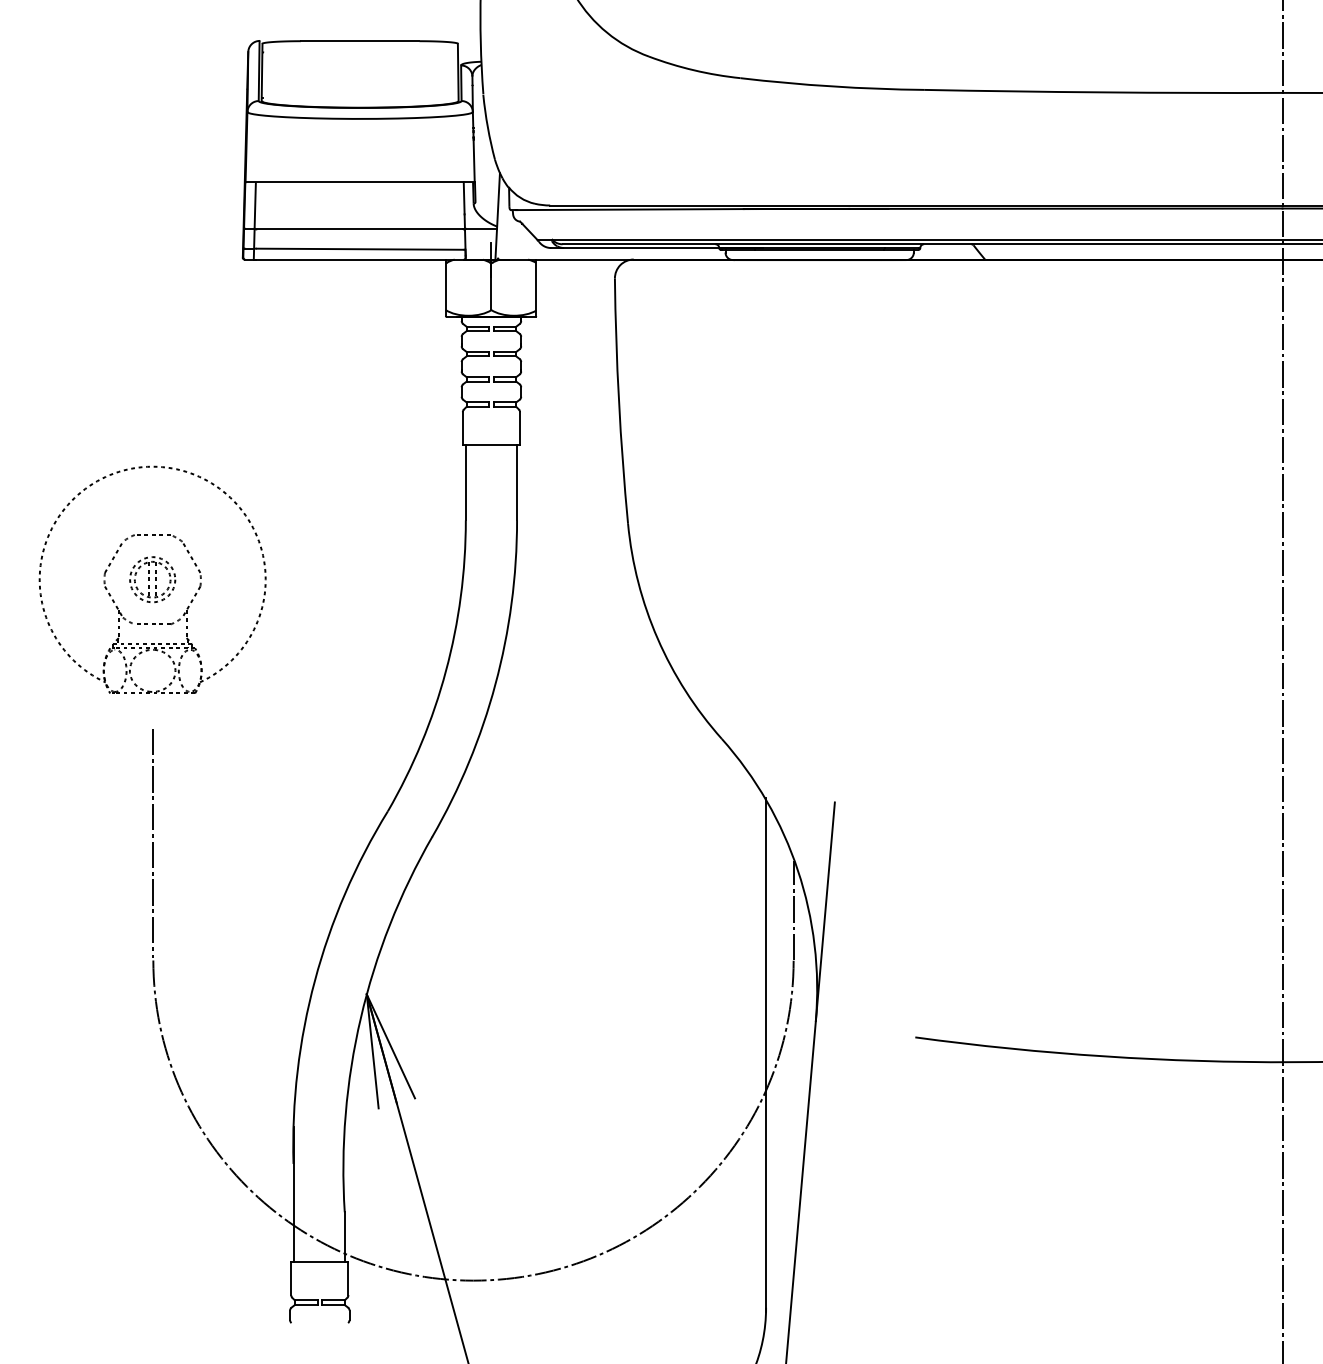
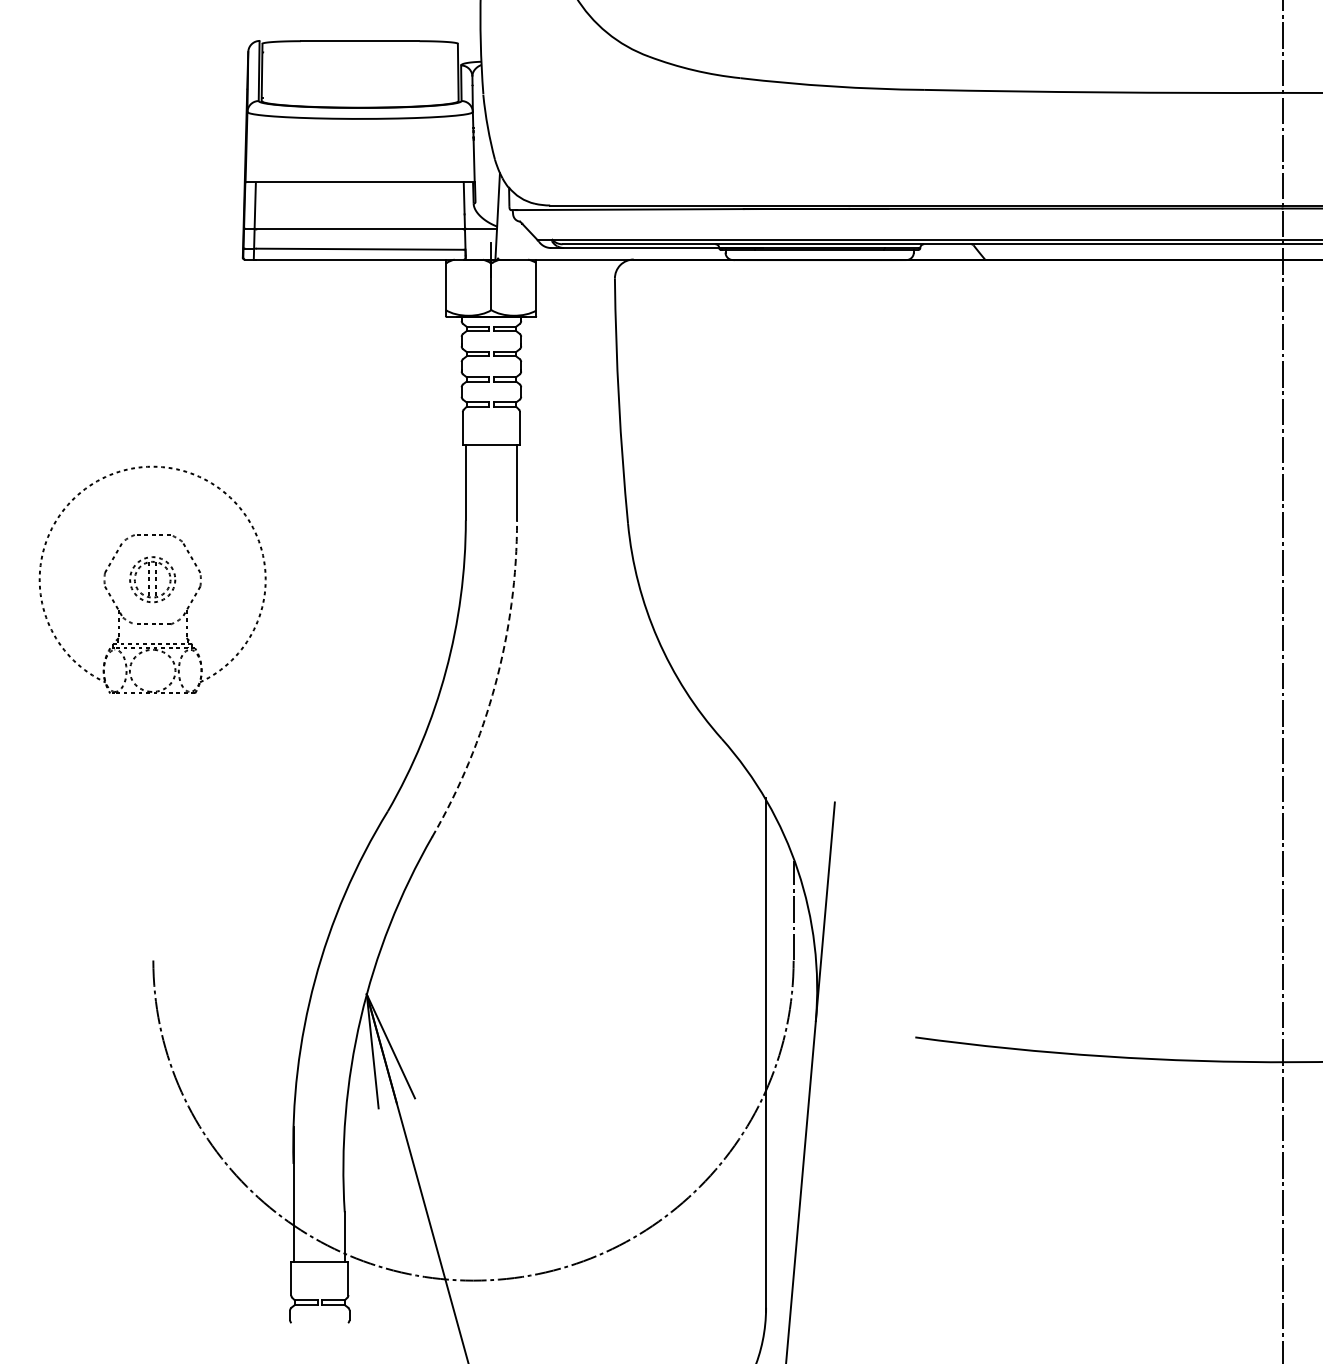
arc at (495, 684): solid -> dashed
line at (153, 842): present -> none
